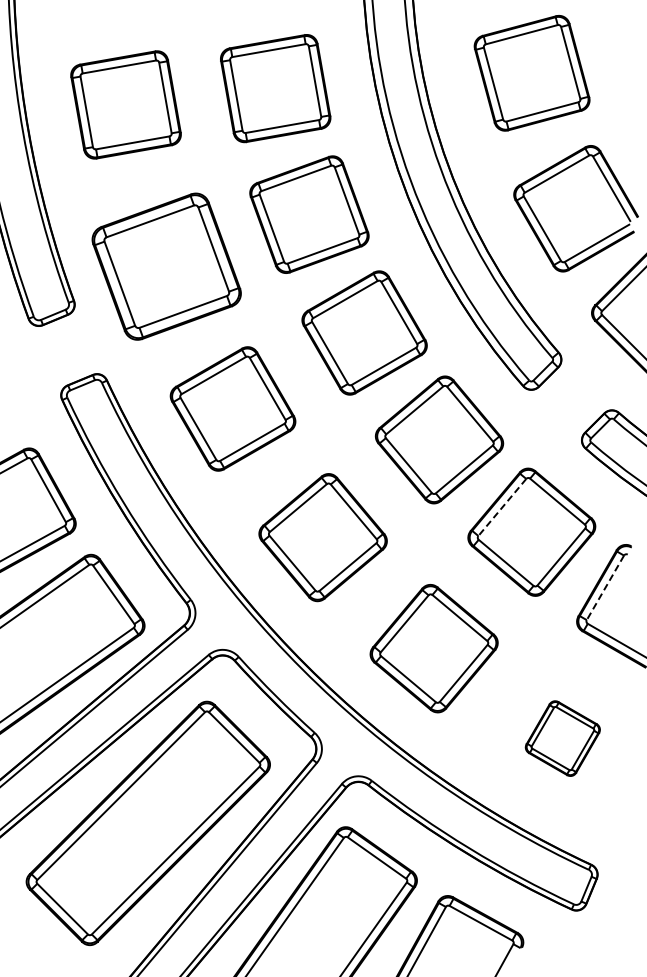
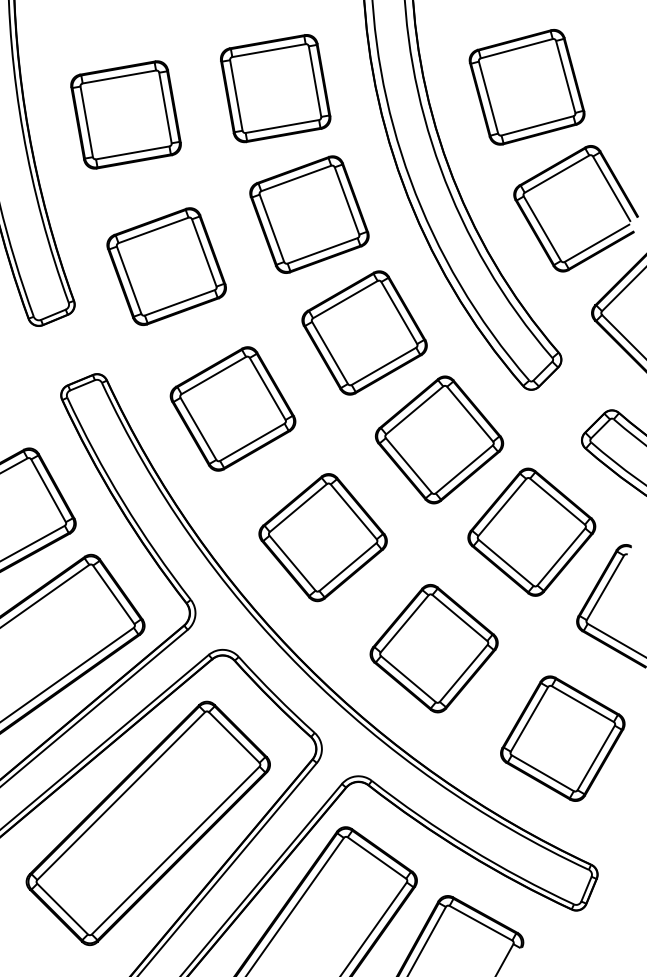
part at (531, 73) position: (531, 73) -> (526, 87)
part at (125, 104) position: (125, 104) -> (125, 114)
part at (166, 266) size: 151x149 px -> 121x119 px
line at (502, 507): dashed -> solid
line at (605, 588): dashed -> solid
part at (562, 738) size: 77x77 px -> 126x127 px
